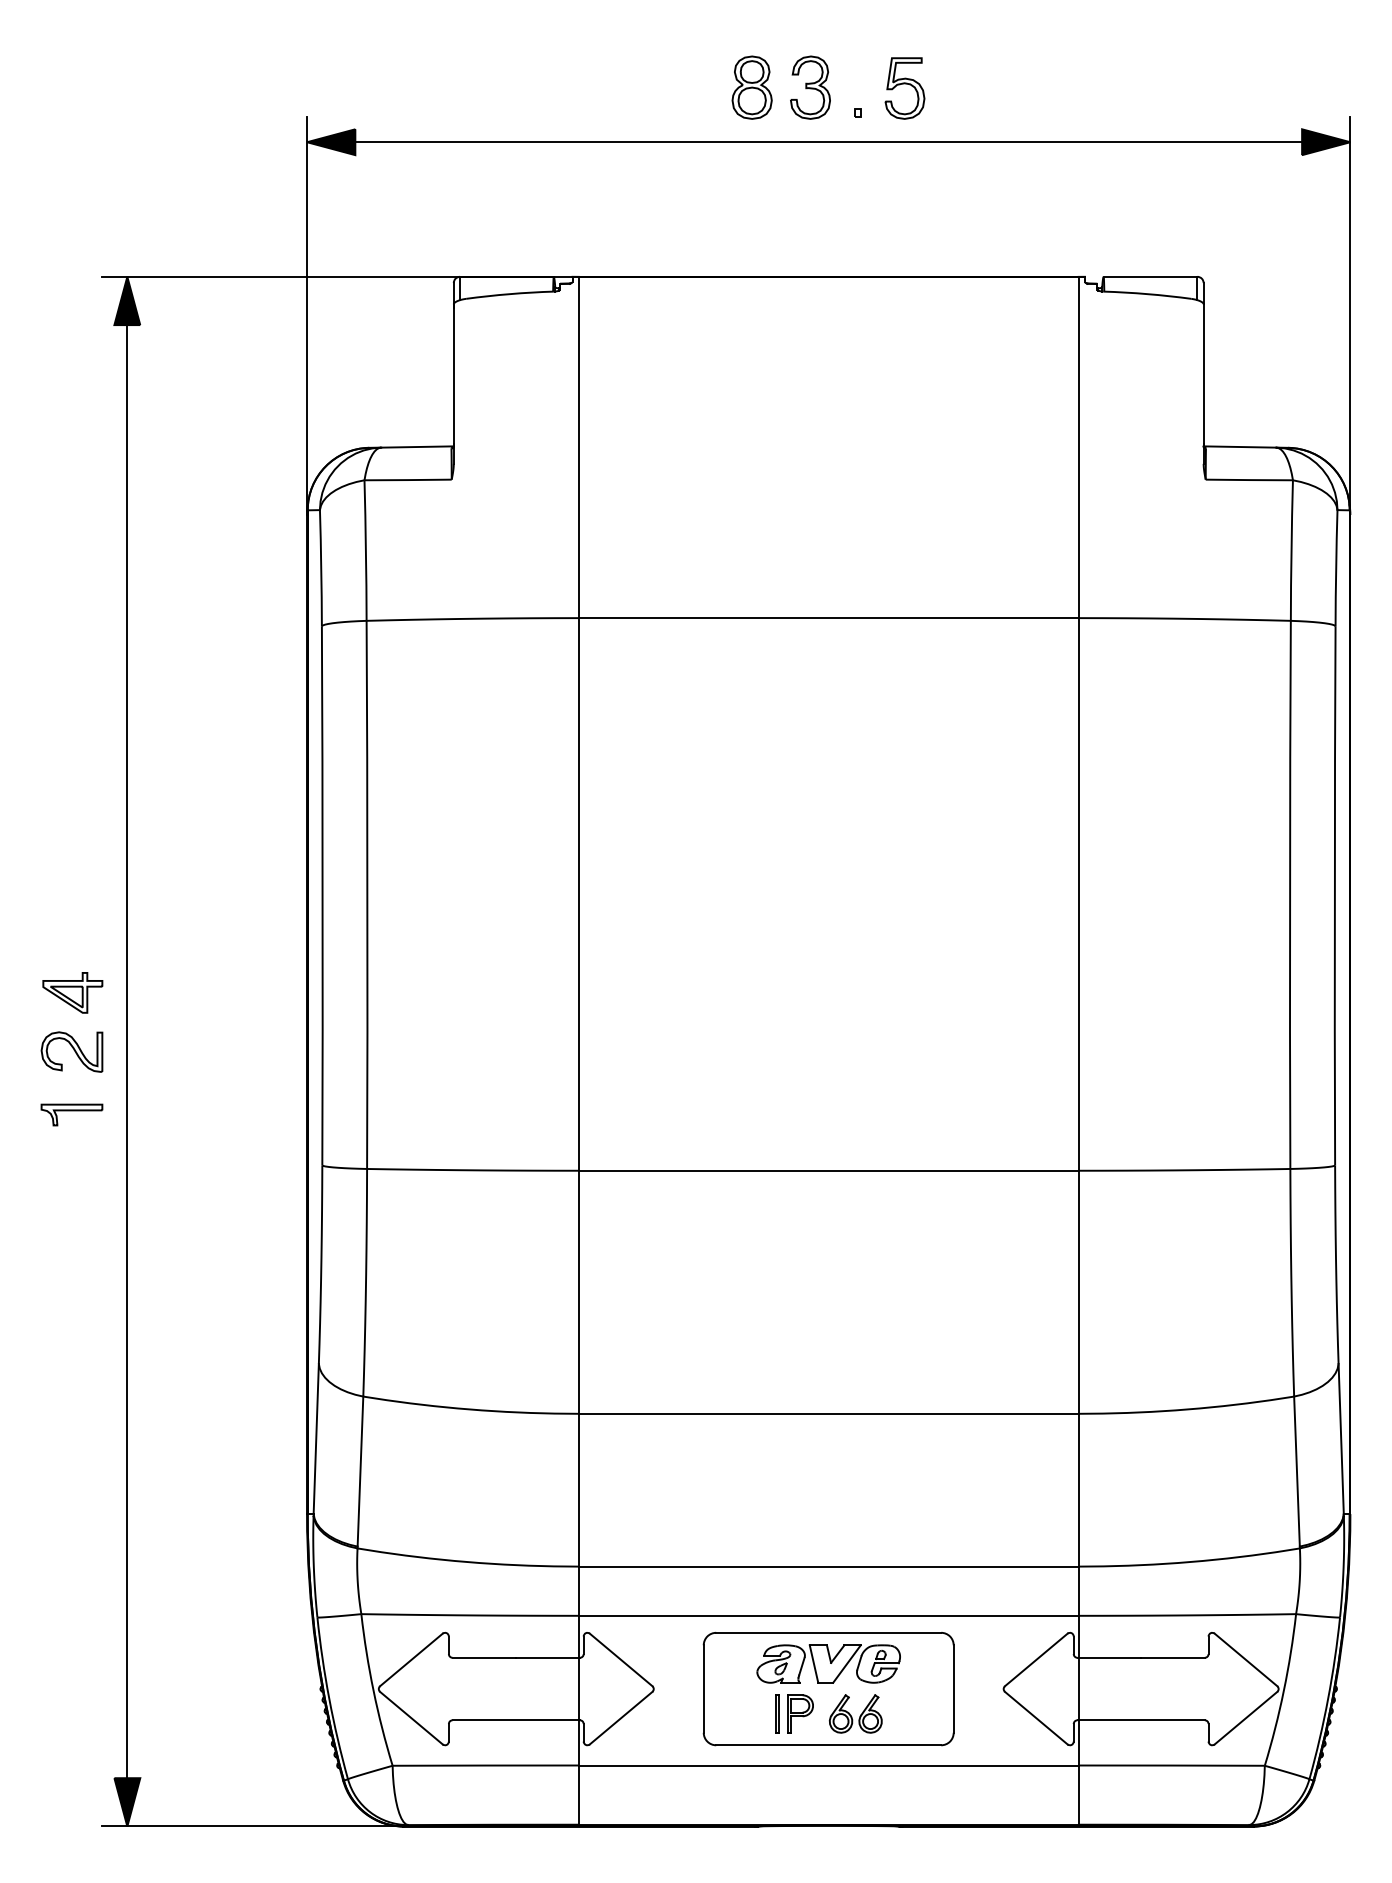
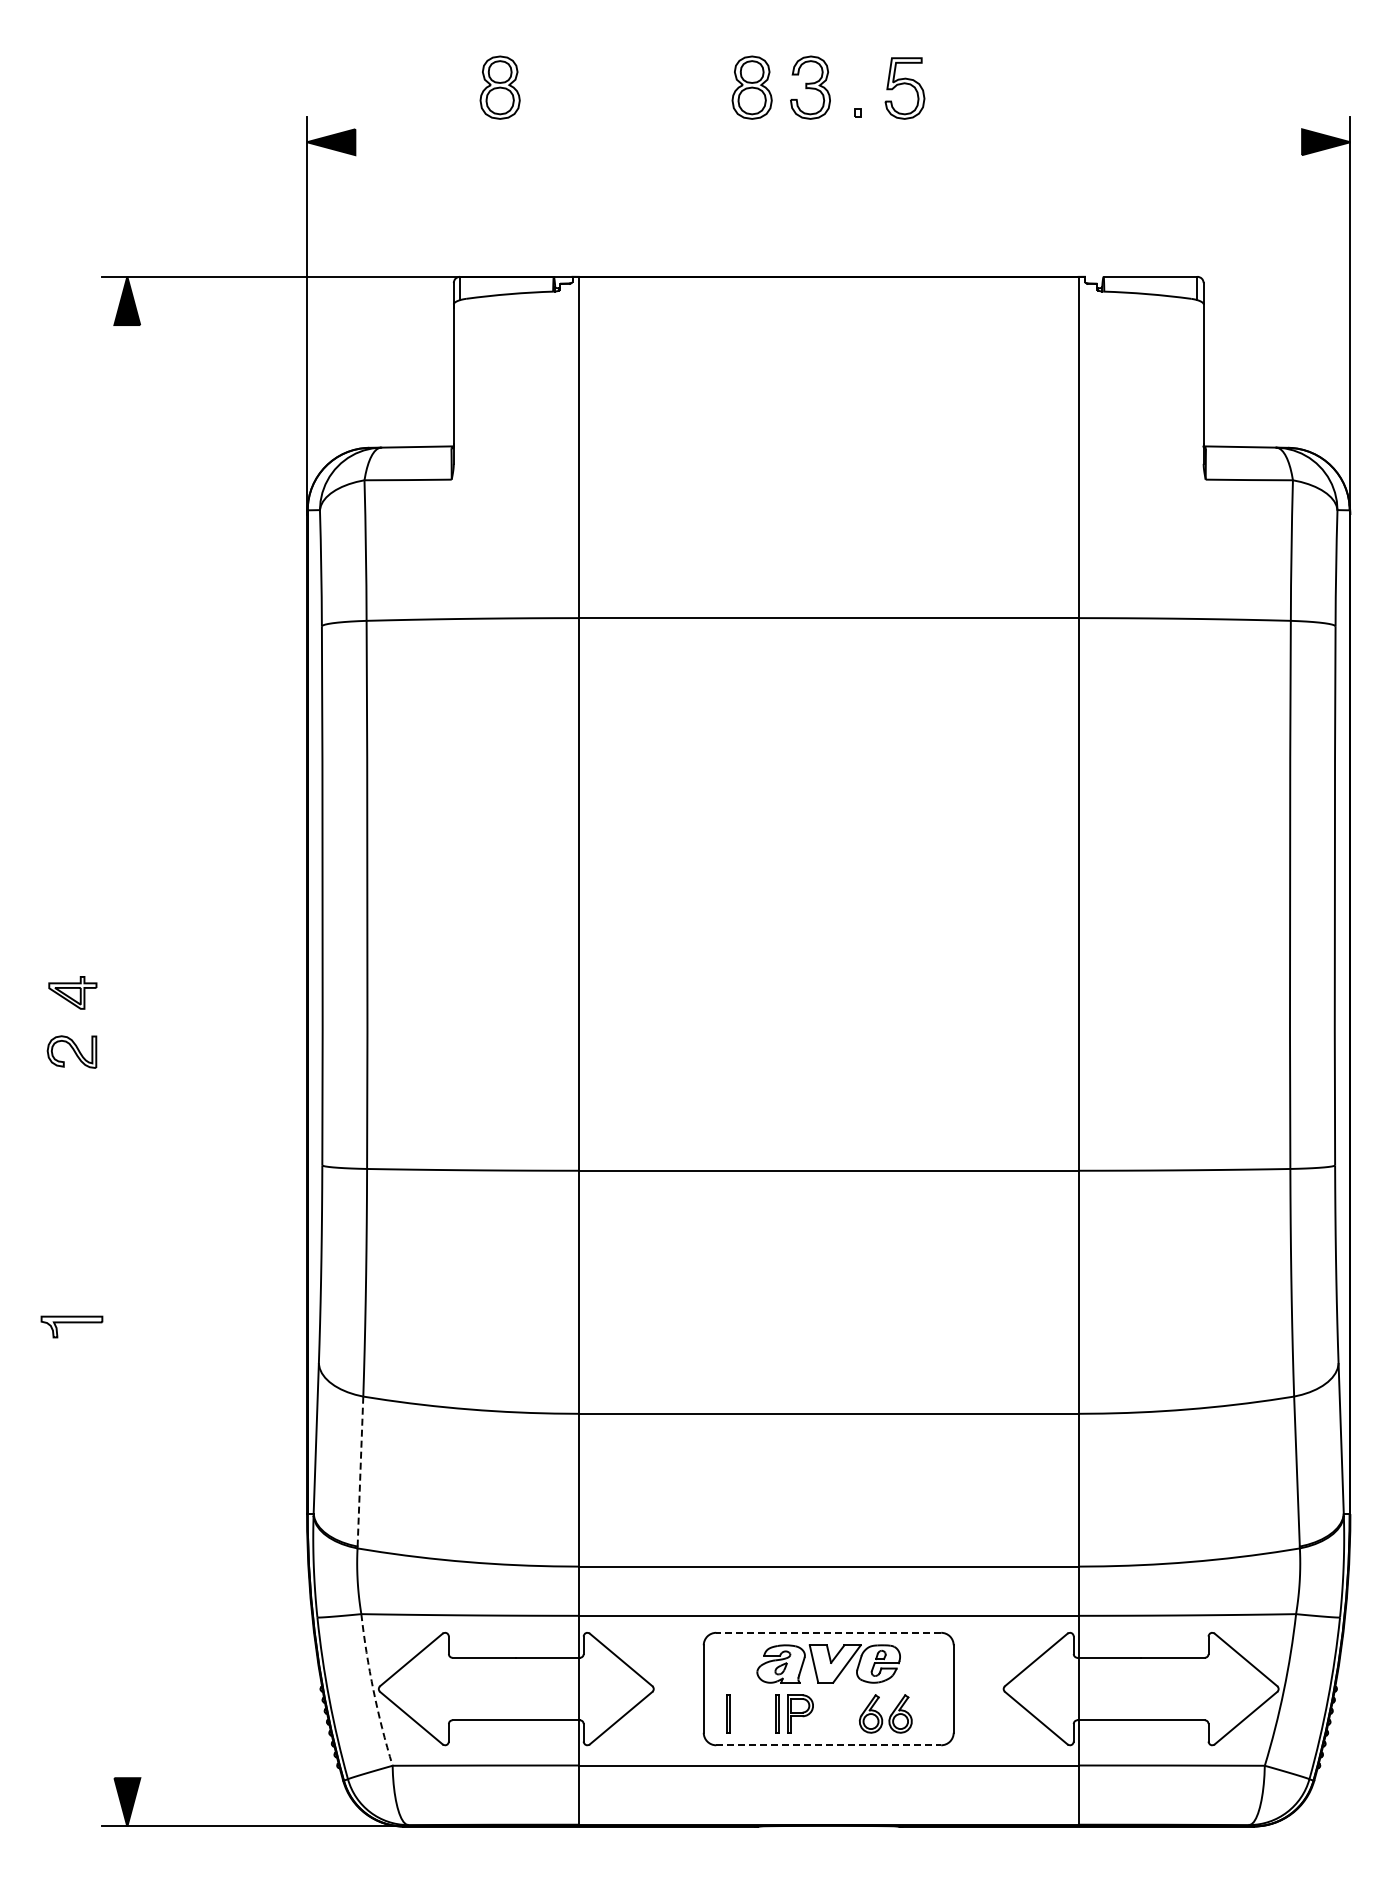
part at (499, 87): none -> present
line at (828, 142): present -> none
part at (72, 992) size: 62x42 px -> 50x34 px
part at (71, 1051) size: 64x42 px -> 52x34 px
line at (127, 1051): present -> none
part at (71, 1114) position: (71, 1114) -> (71, 1326)
line at (360, 1471): solid -> dashed
line at (828, 1632): solid -> dashed
arc at (373, 1690): solid -> dashed
line at (727, 1713): none -> present
part at (855, 1713) position: (855, 1713) -> (885, 1713)
line at (829, 1745): solid -> dashed
